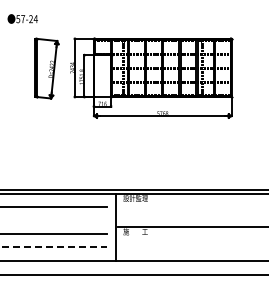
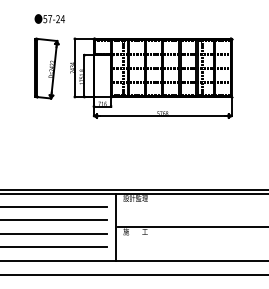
text at (22, 18) position: (22, 18) -> (49, 18)
line at (54, 220): none -> present
line at (53, 247): dashed -> solid
